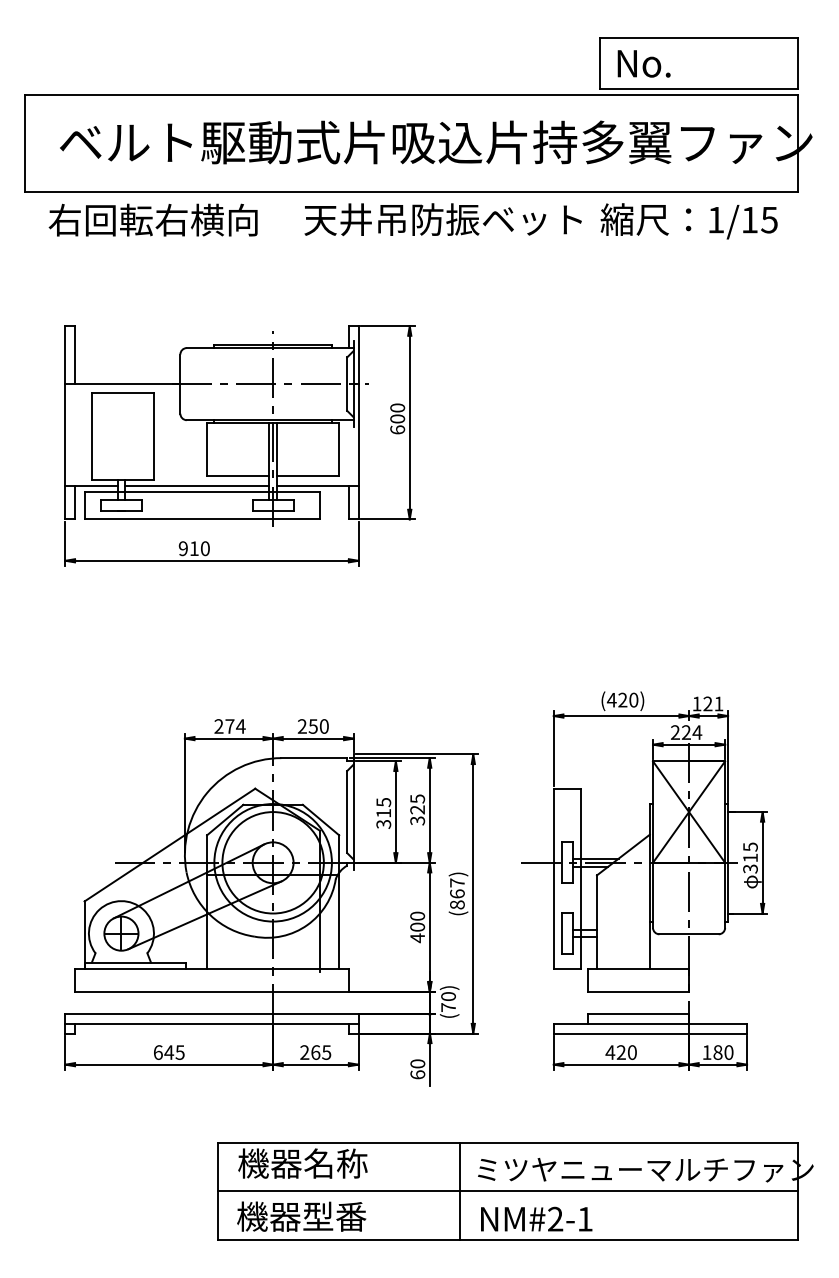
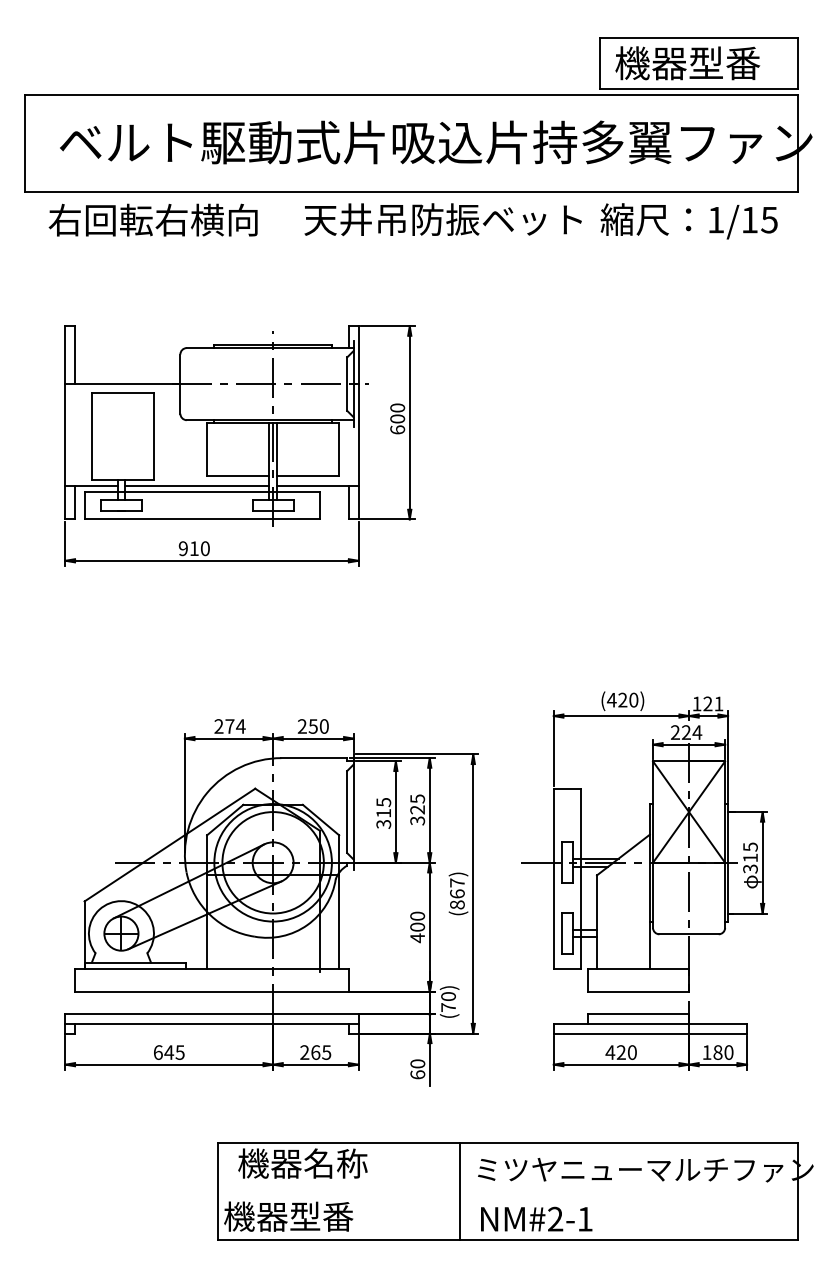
text at (687, 63): No. -> 機器型番
line at (508, 1191): present -> none
text at (301, 1216) position: (301, 1216) -> (288, 1216)
